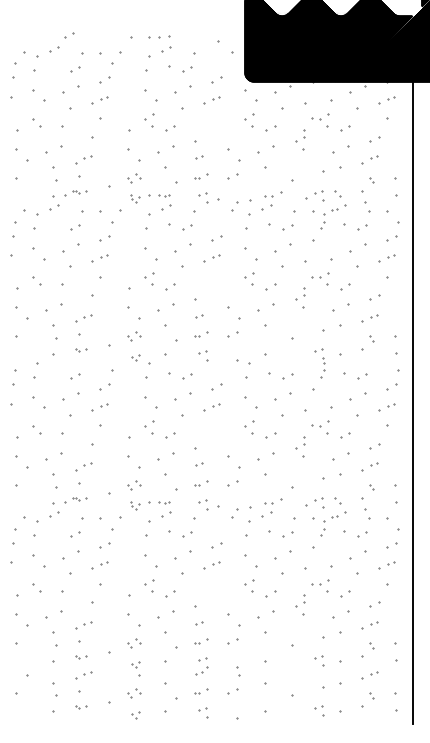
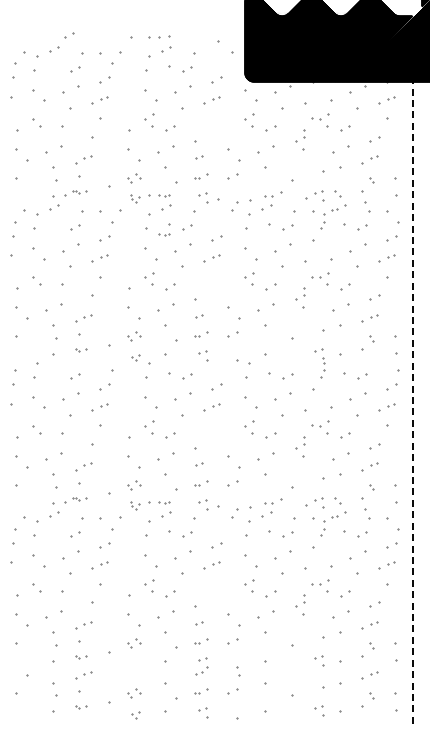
part at (164, 234): none -> present
line at (412, 381): solid -> dashed
part at (135, 668): present -> none
